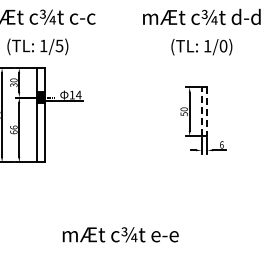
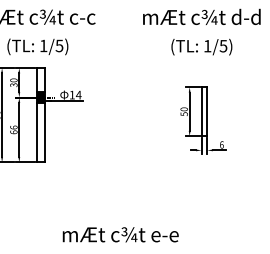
text at (223, 45): 1/0) -> 1/5)
line at (201, 111): dashed -> solid
line at (207, 111): dashed -> solid
